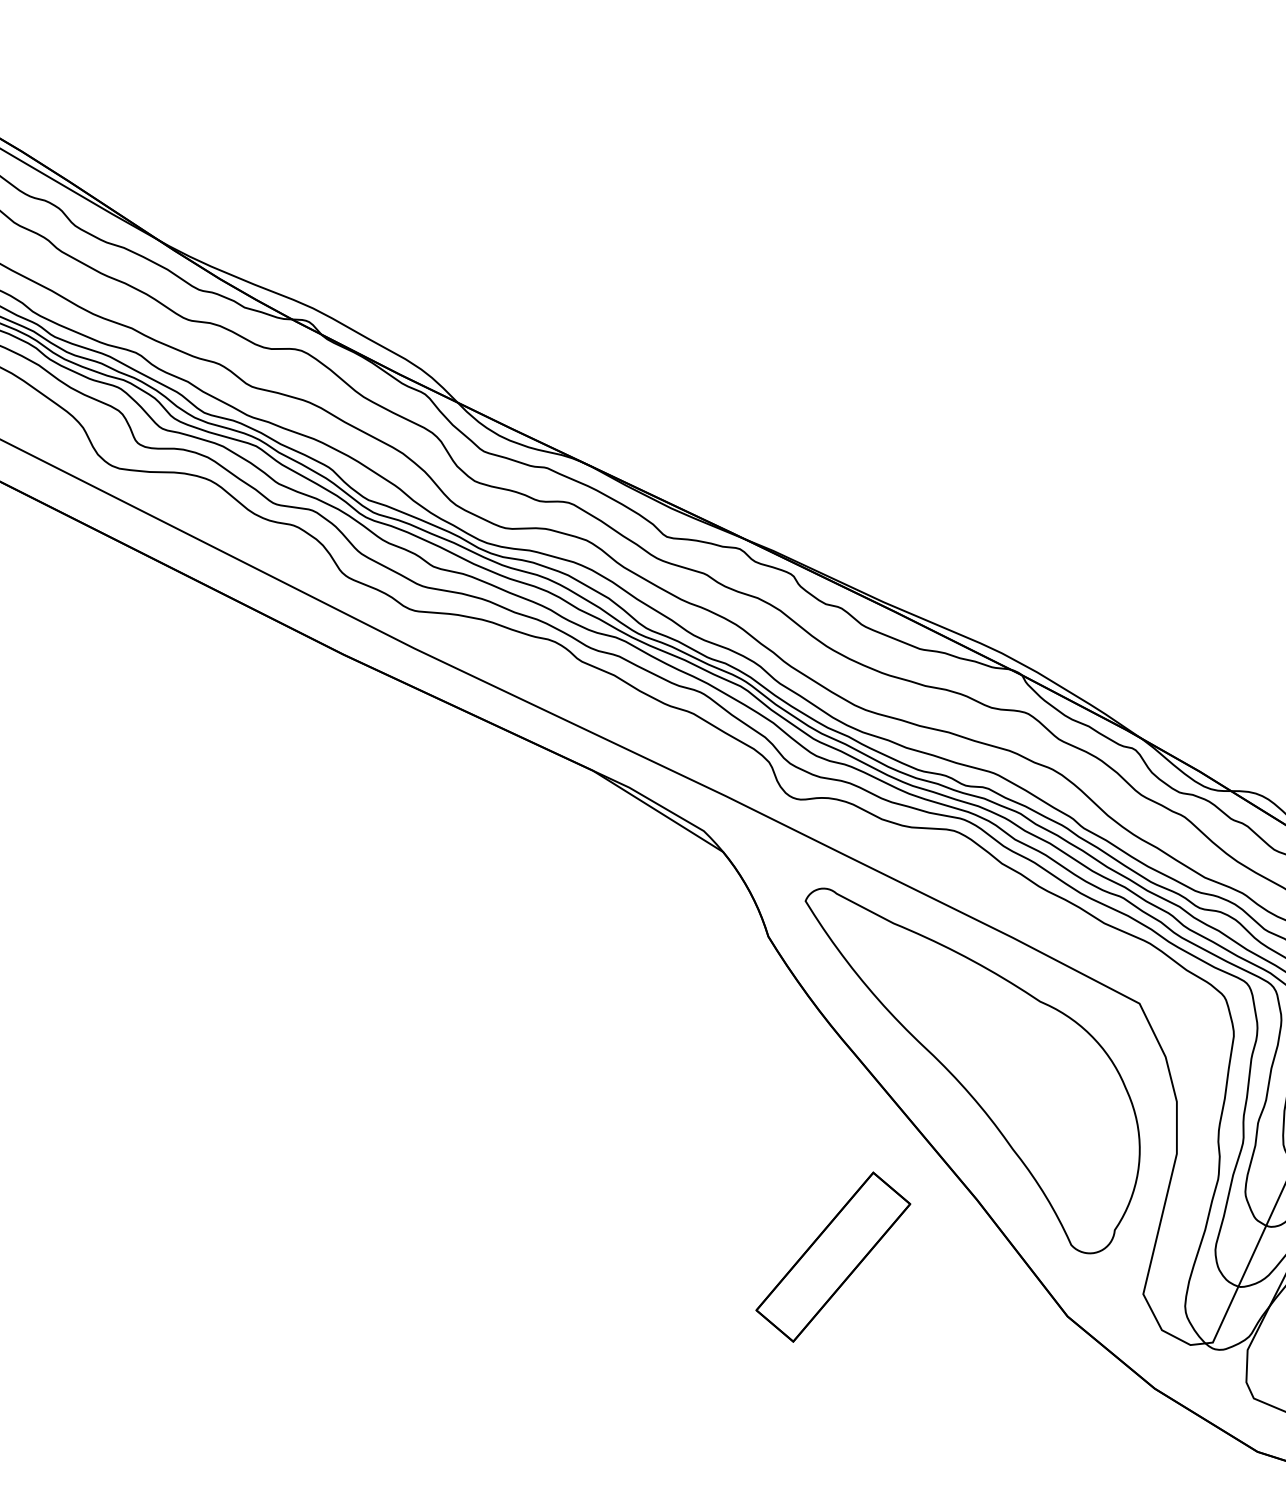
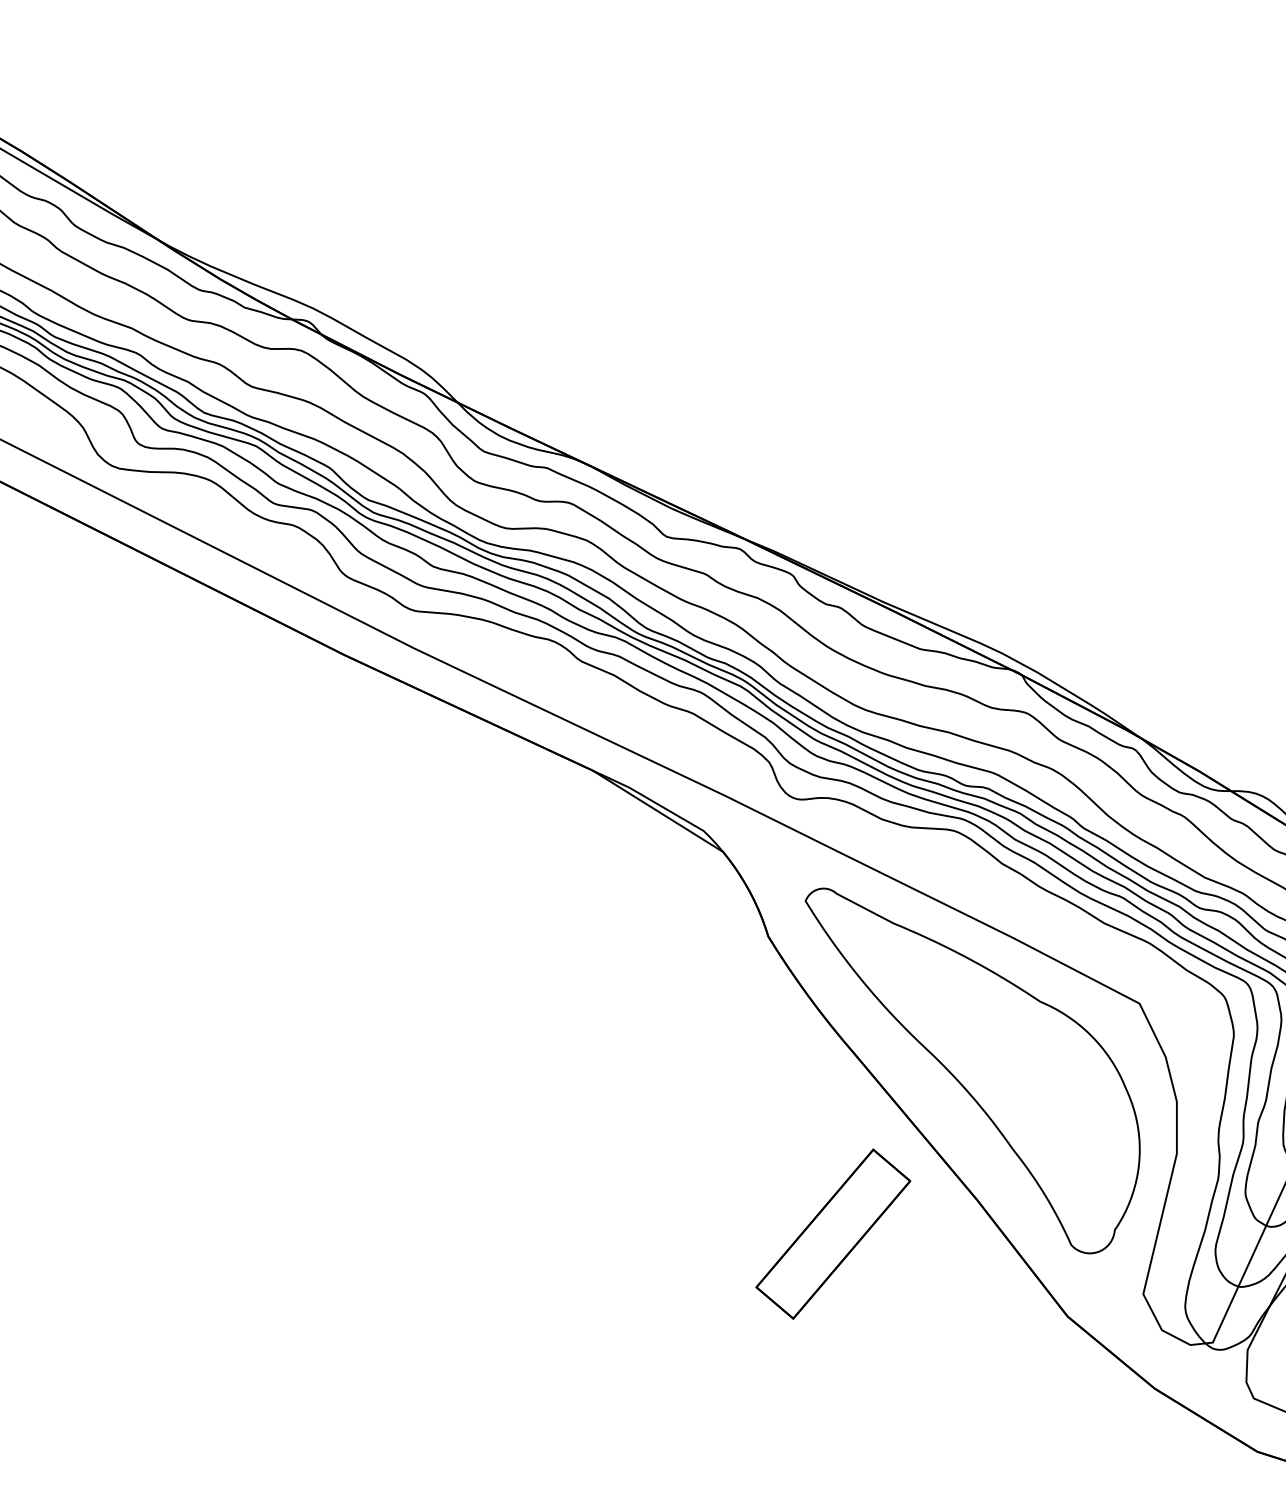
part at (833, 1256) position: (833, 1256) -> (833, 1233)
